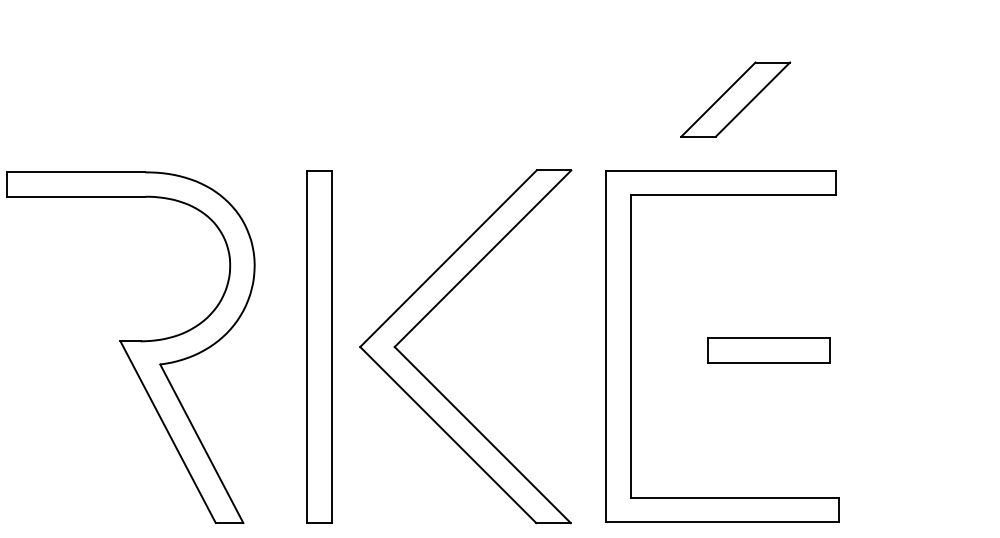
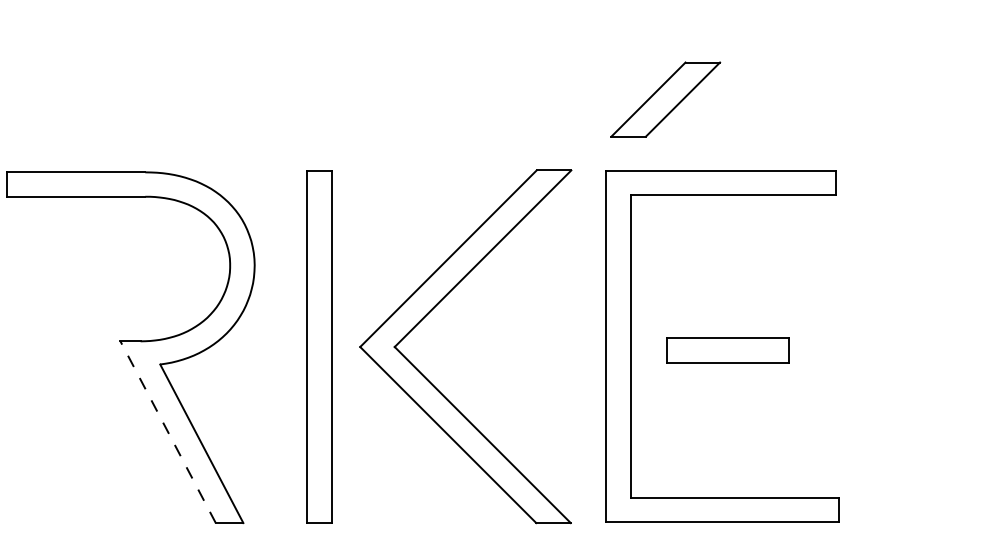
part at (735, 99) position: (735, 99) -> (665, 99)
part at (768, 350) position: (768, 350) -> (727, 350)
line at (168, 432): solid -> dashed
